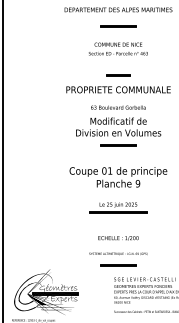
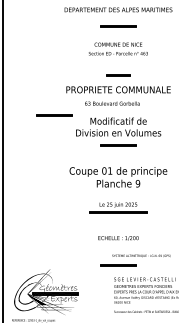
text at (118, 107) position: (118, 107) -> (112, 103)
line at (54, 115): none -> present
text at (118, 253) position: (118, 253) -> (141, 255)
